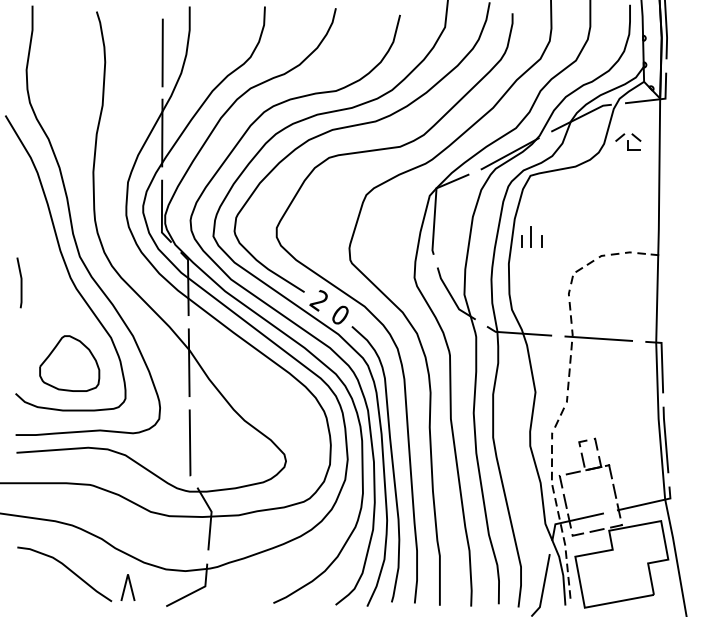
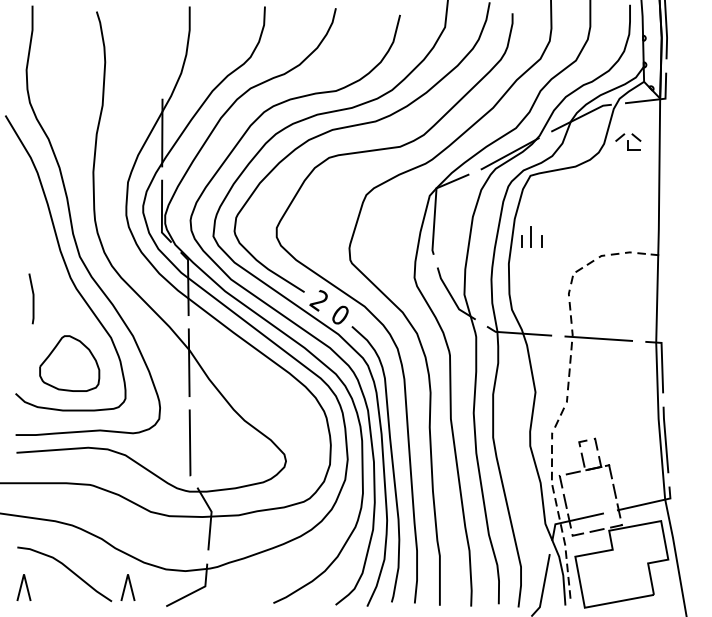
line at (162, 52): present -> none
line at (20, 282) position: (20, 282) -> (32, 298)
line at (21, 587): none -> present
